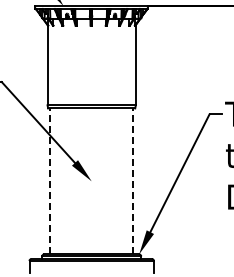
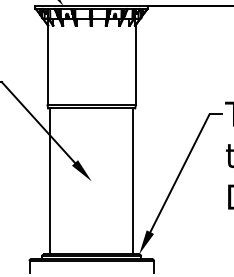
line at (50, 181): dashed -> solid
line at (133, 181): dashed -> solid
